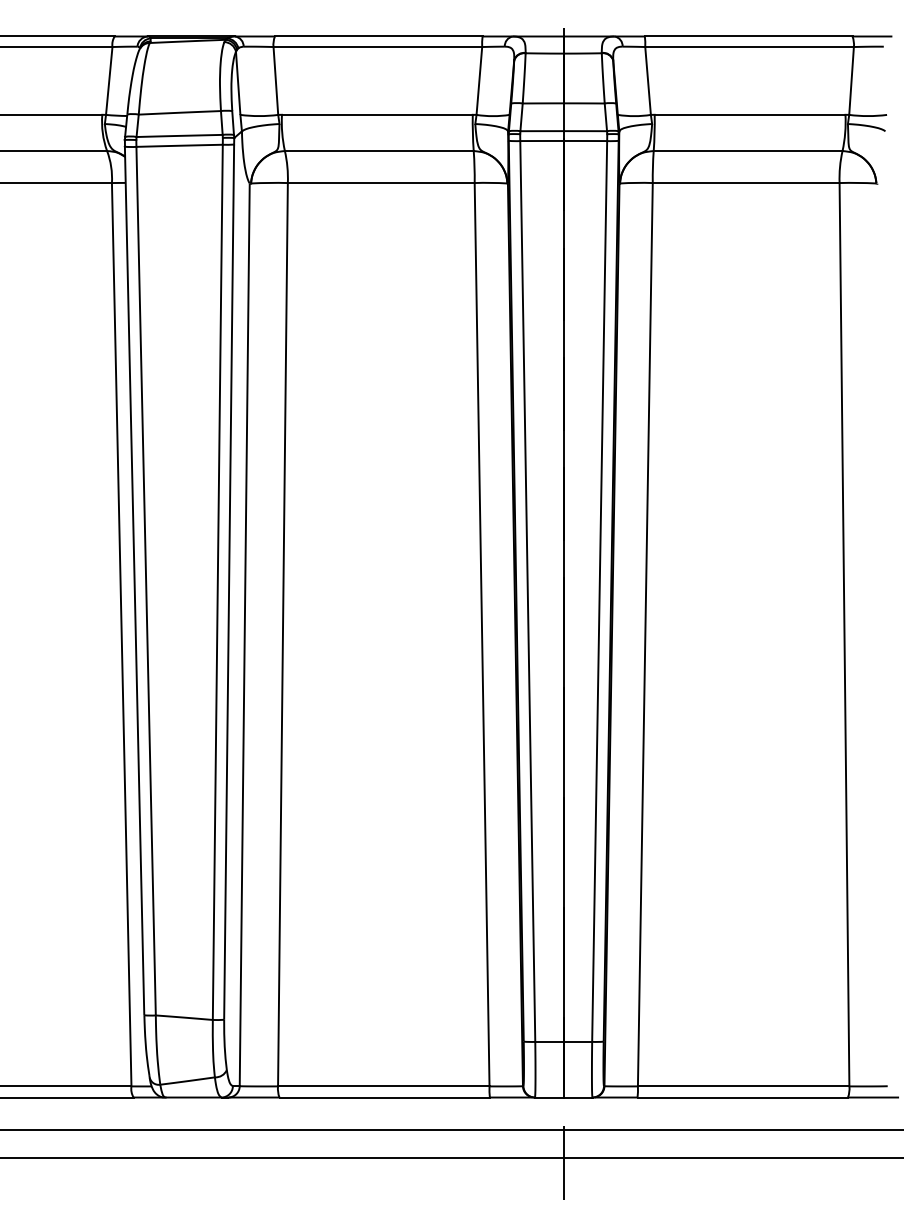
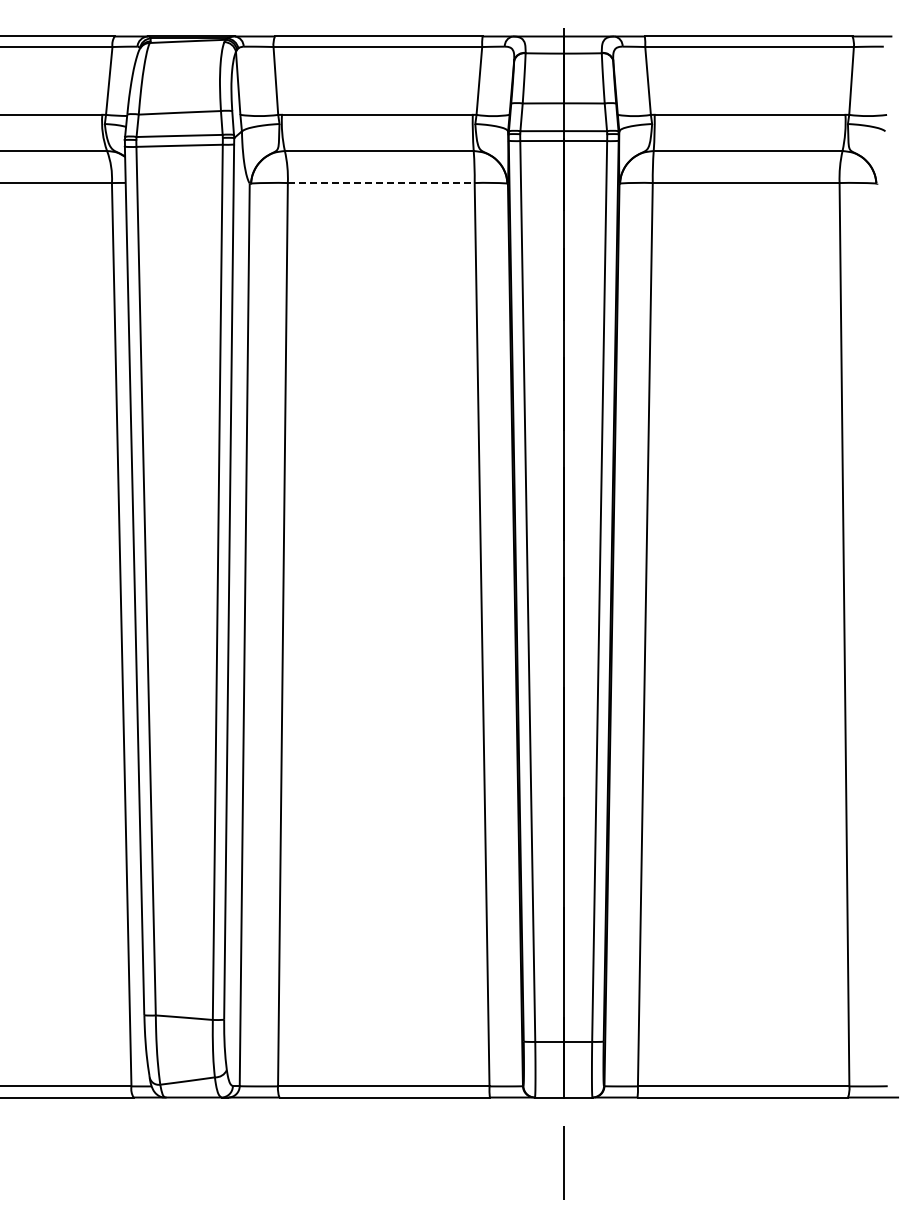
line at (381, 183): solid -> dashed
line at (451, 1129): present -> none
line at (451, 1157): present -> none
